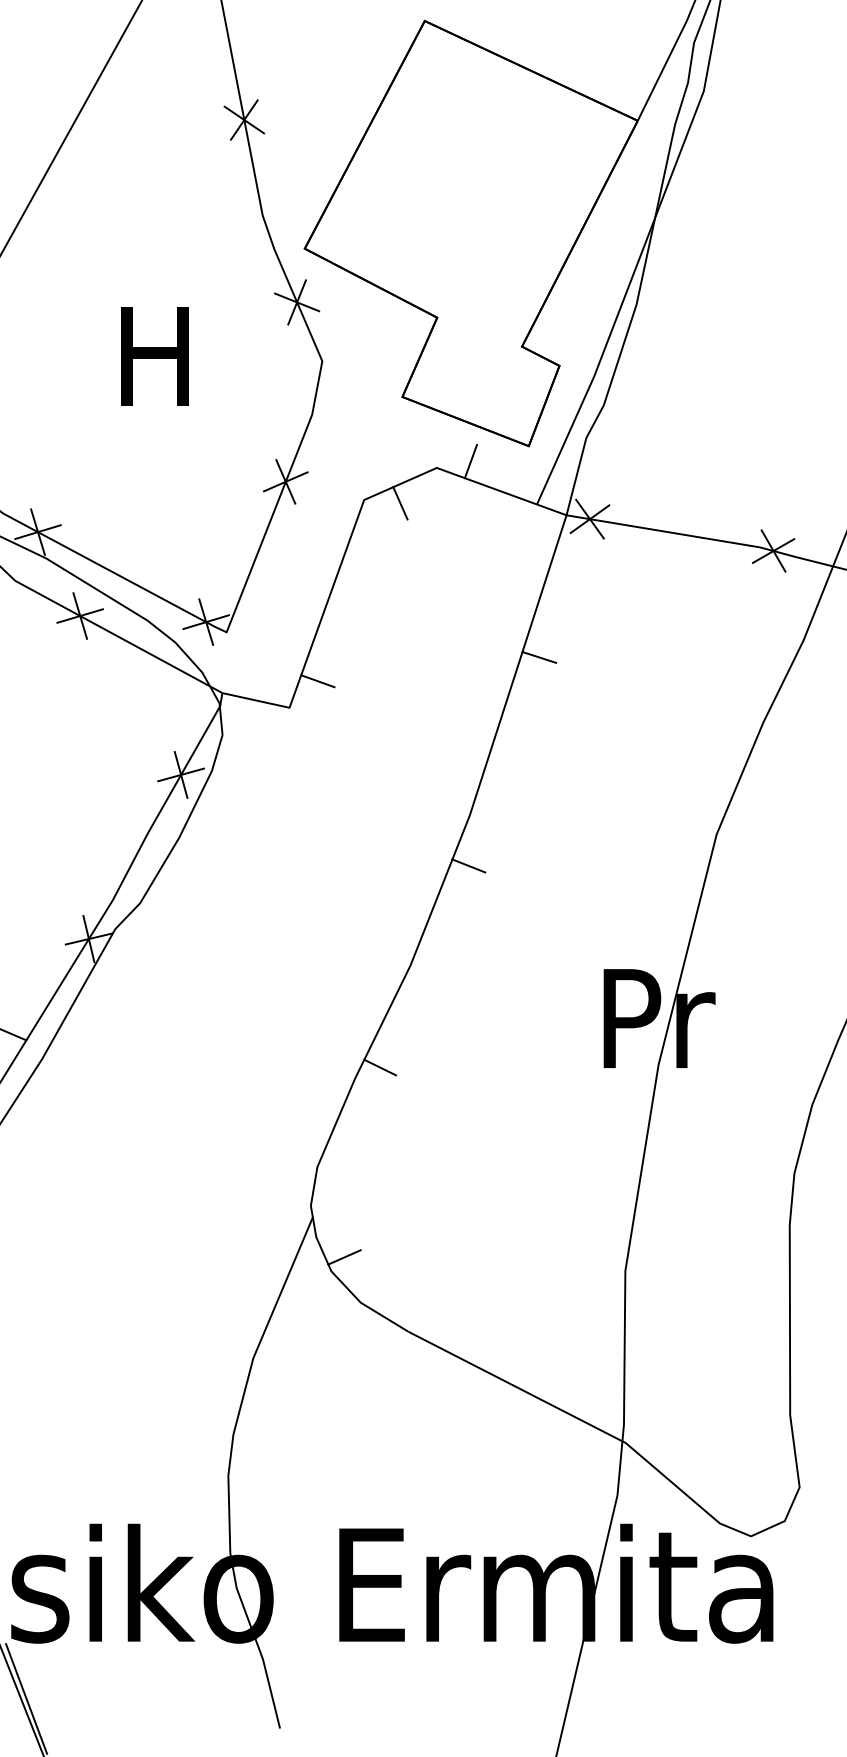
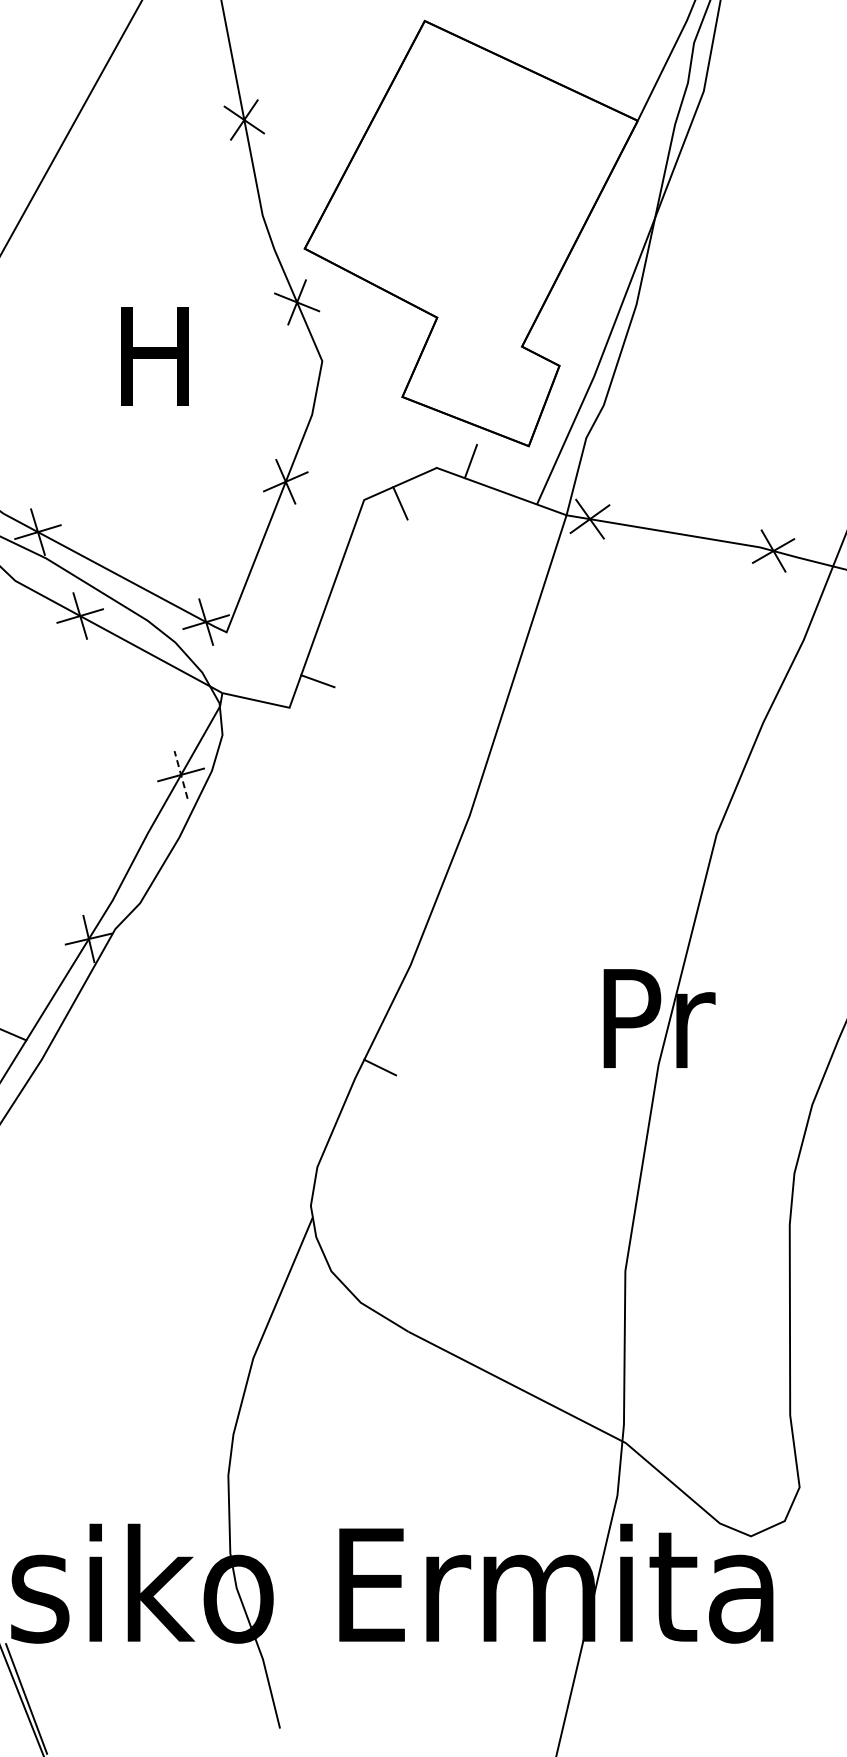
line at (539, 657): present -> none
line at (181, 774): solid -> dashed
line at (468, 865): present -> none
line at (344, 1257): present -> none
